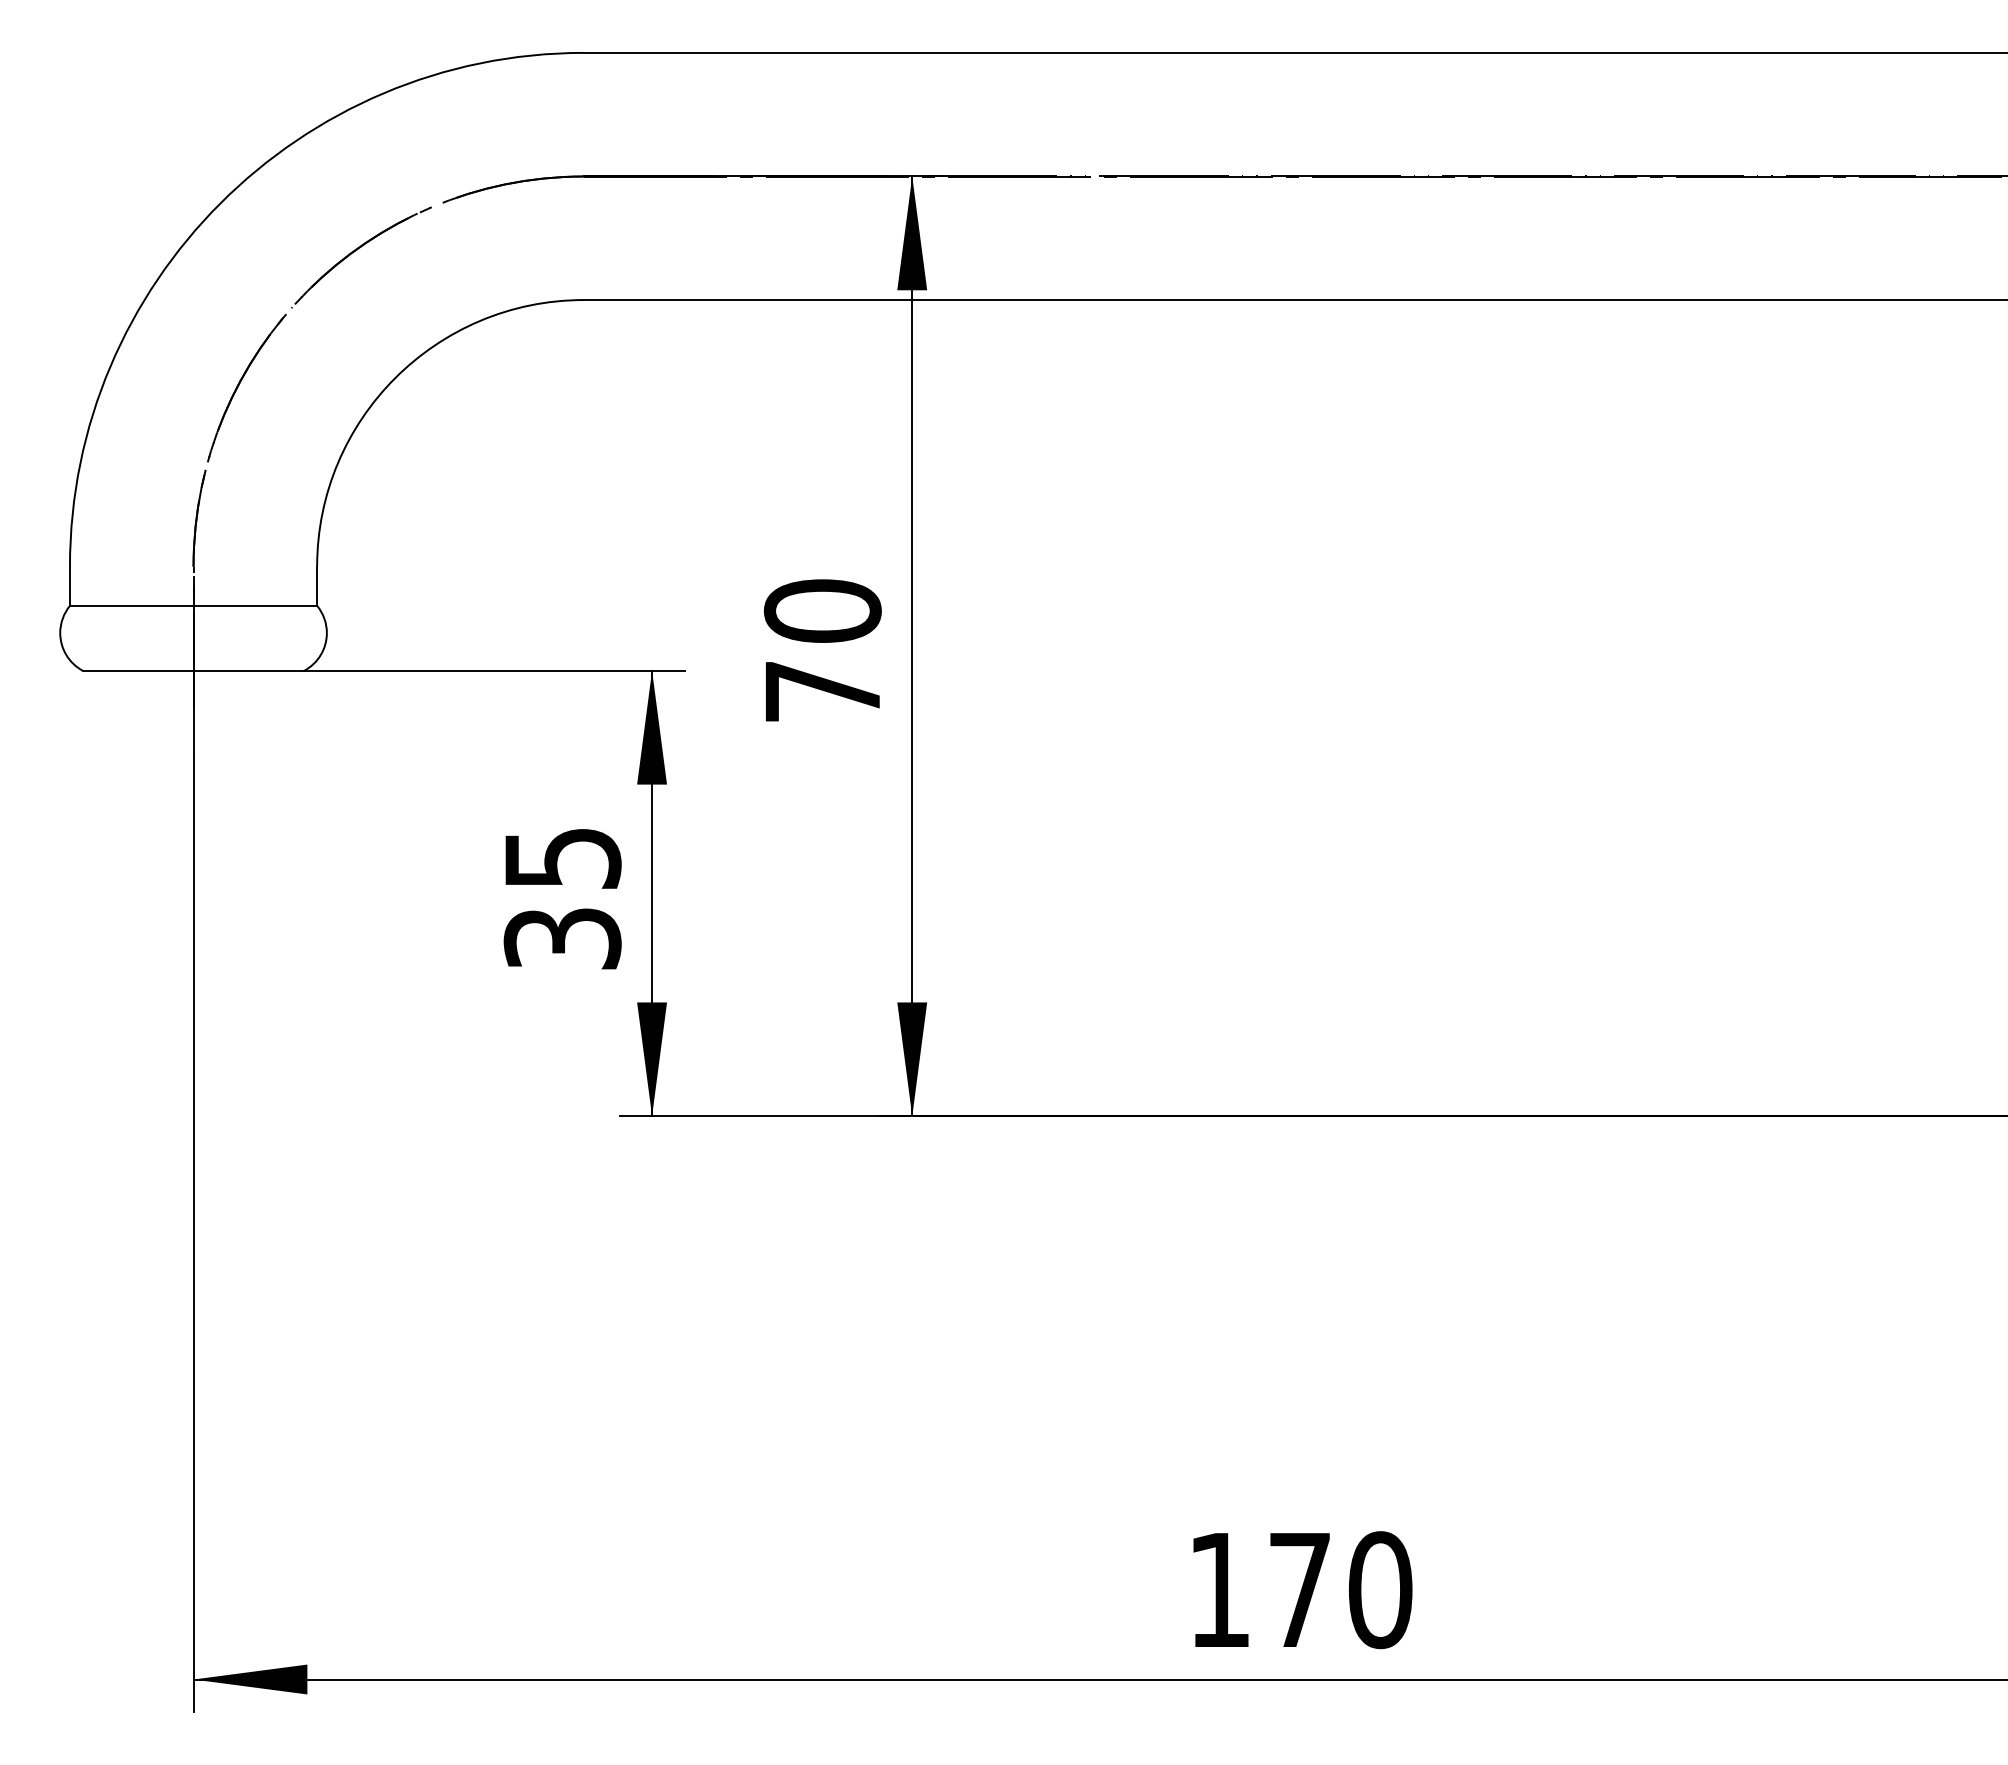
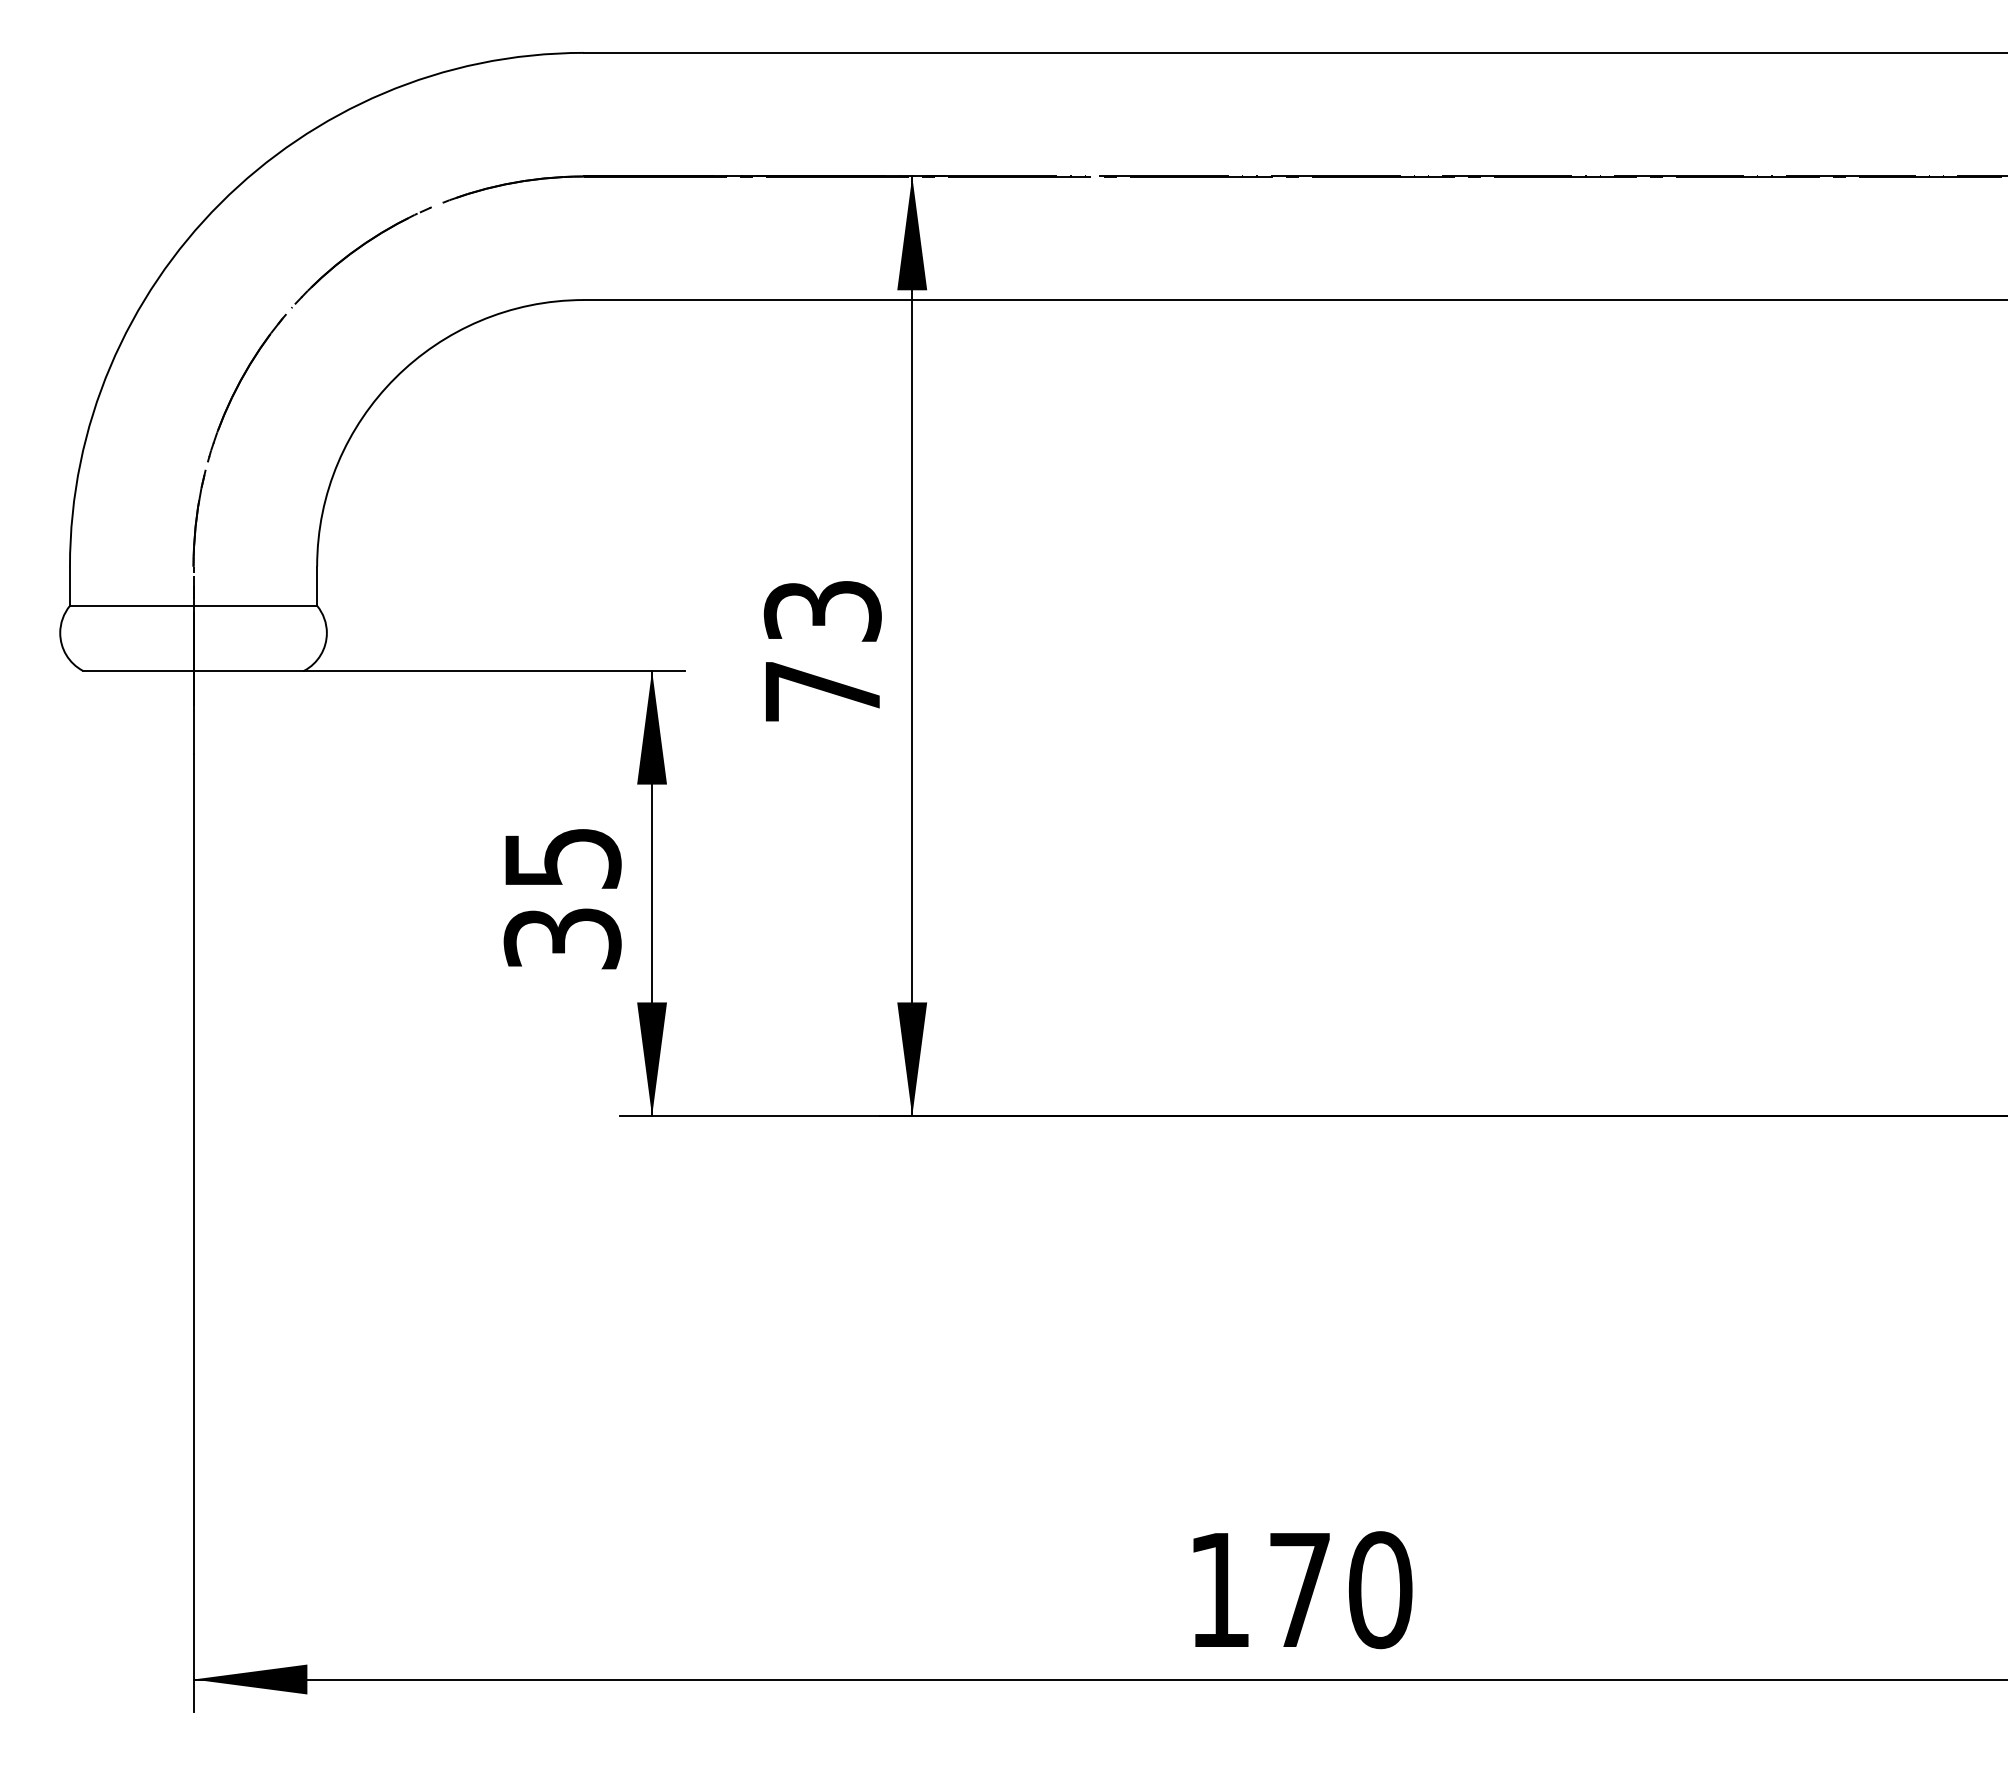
text at (822, 610): 70 -> 73
